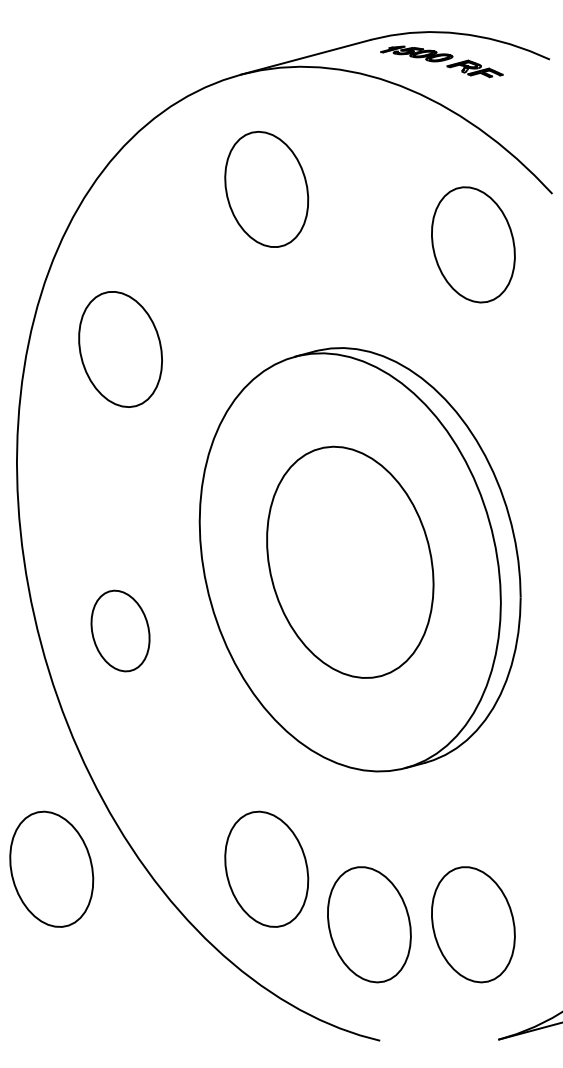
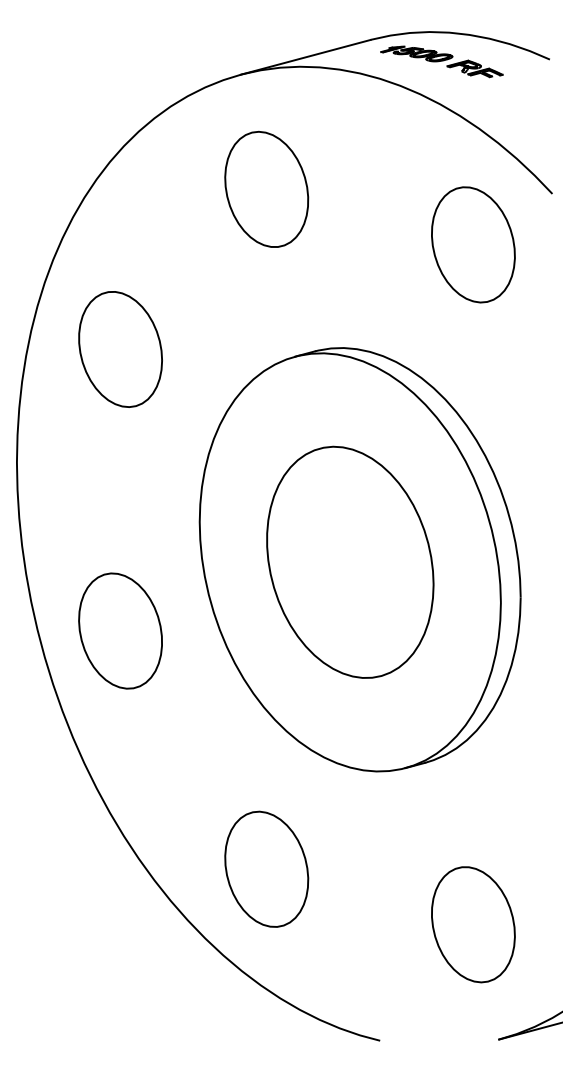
part at (120, 630) size: 61x84 px -> 85x118 px
part at (51, 868): present -> none
part at (369, 924): present -> none
